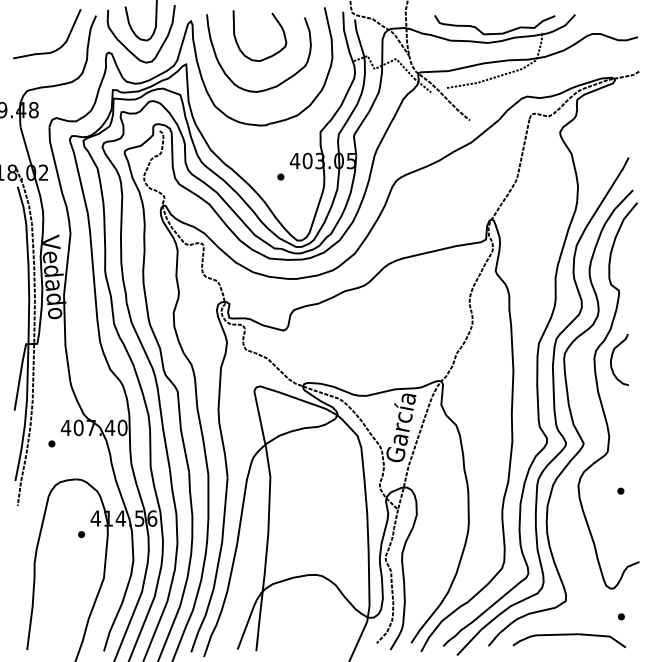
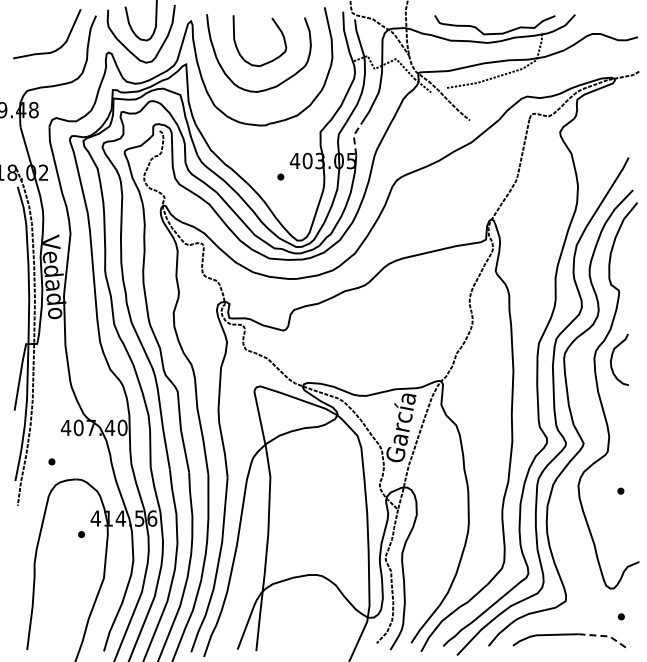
curve at (278, 24) position: (278, 24) -> (278, 29)
line at (353, 136): solid -> dashed
part at (51, 443) position: (51, 443) -> (51, 461)
line at (604, 636): solid -> dashed
